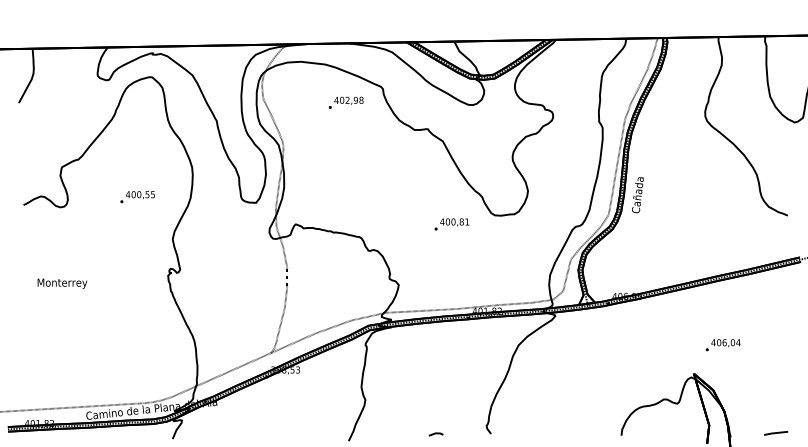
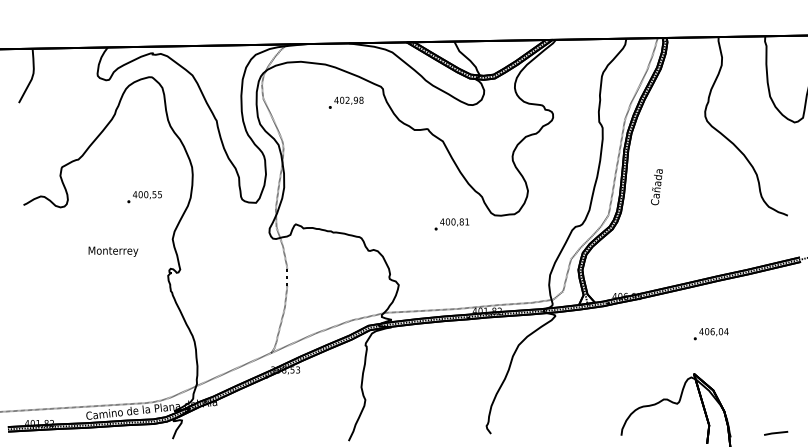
text at (637, 195) position: (637, 195) -> (656, 187)
text at (137, 197) position: (137, 197) -> (144, 197)
text at (62, 283) position: (62, 283) -> (113, 251)
text at (722, 345) position: (722, 345) -> (710, 334)
line at (435, 434): present -> none
